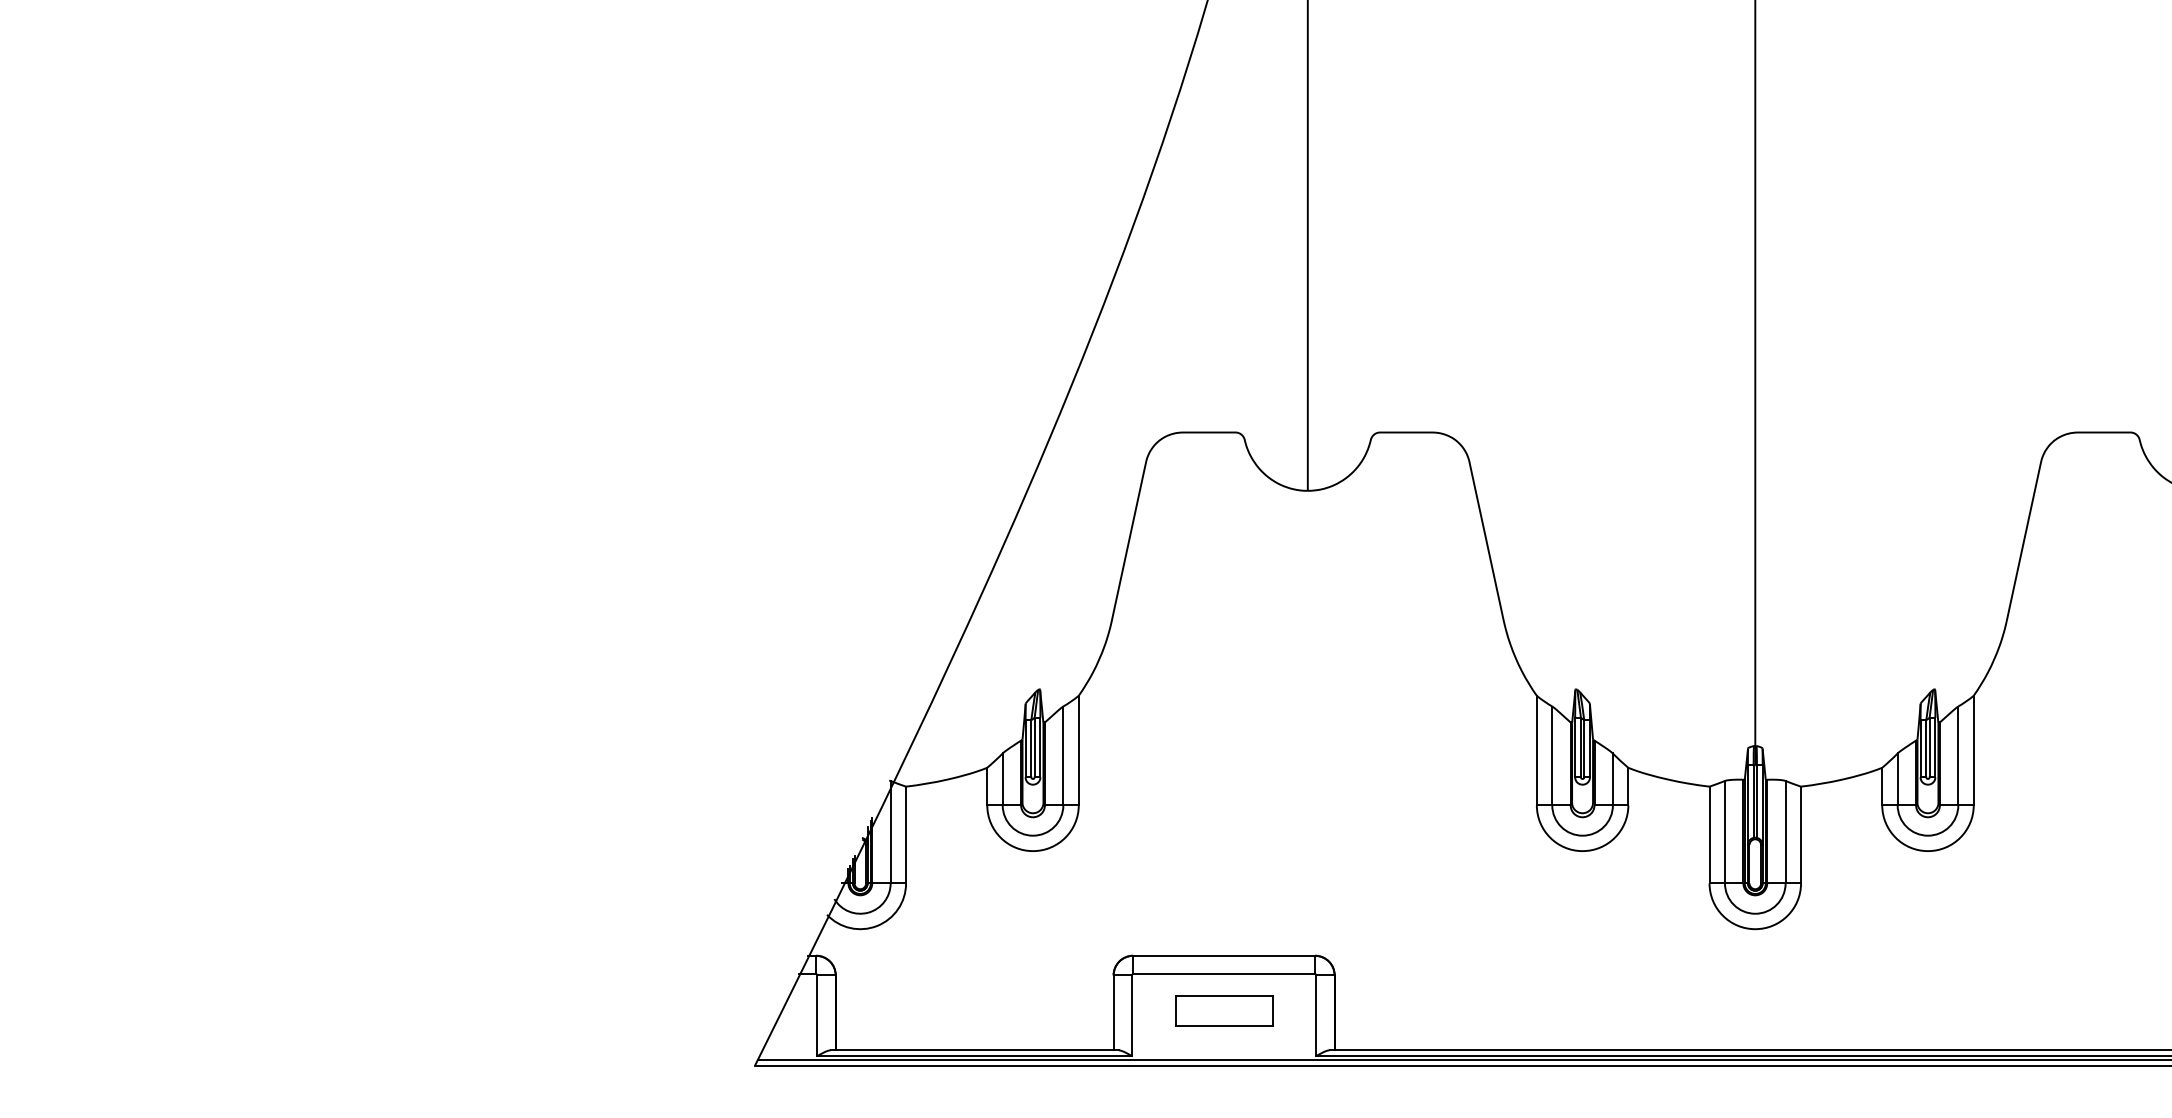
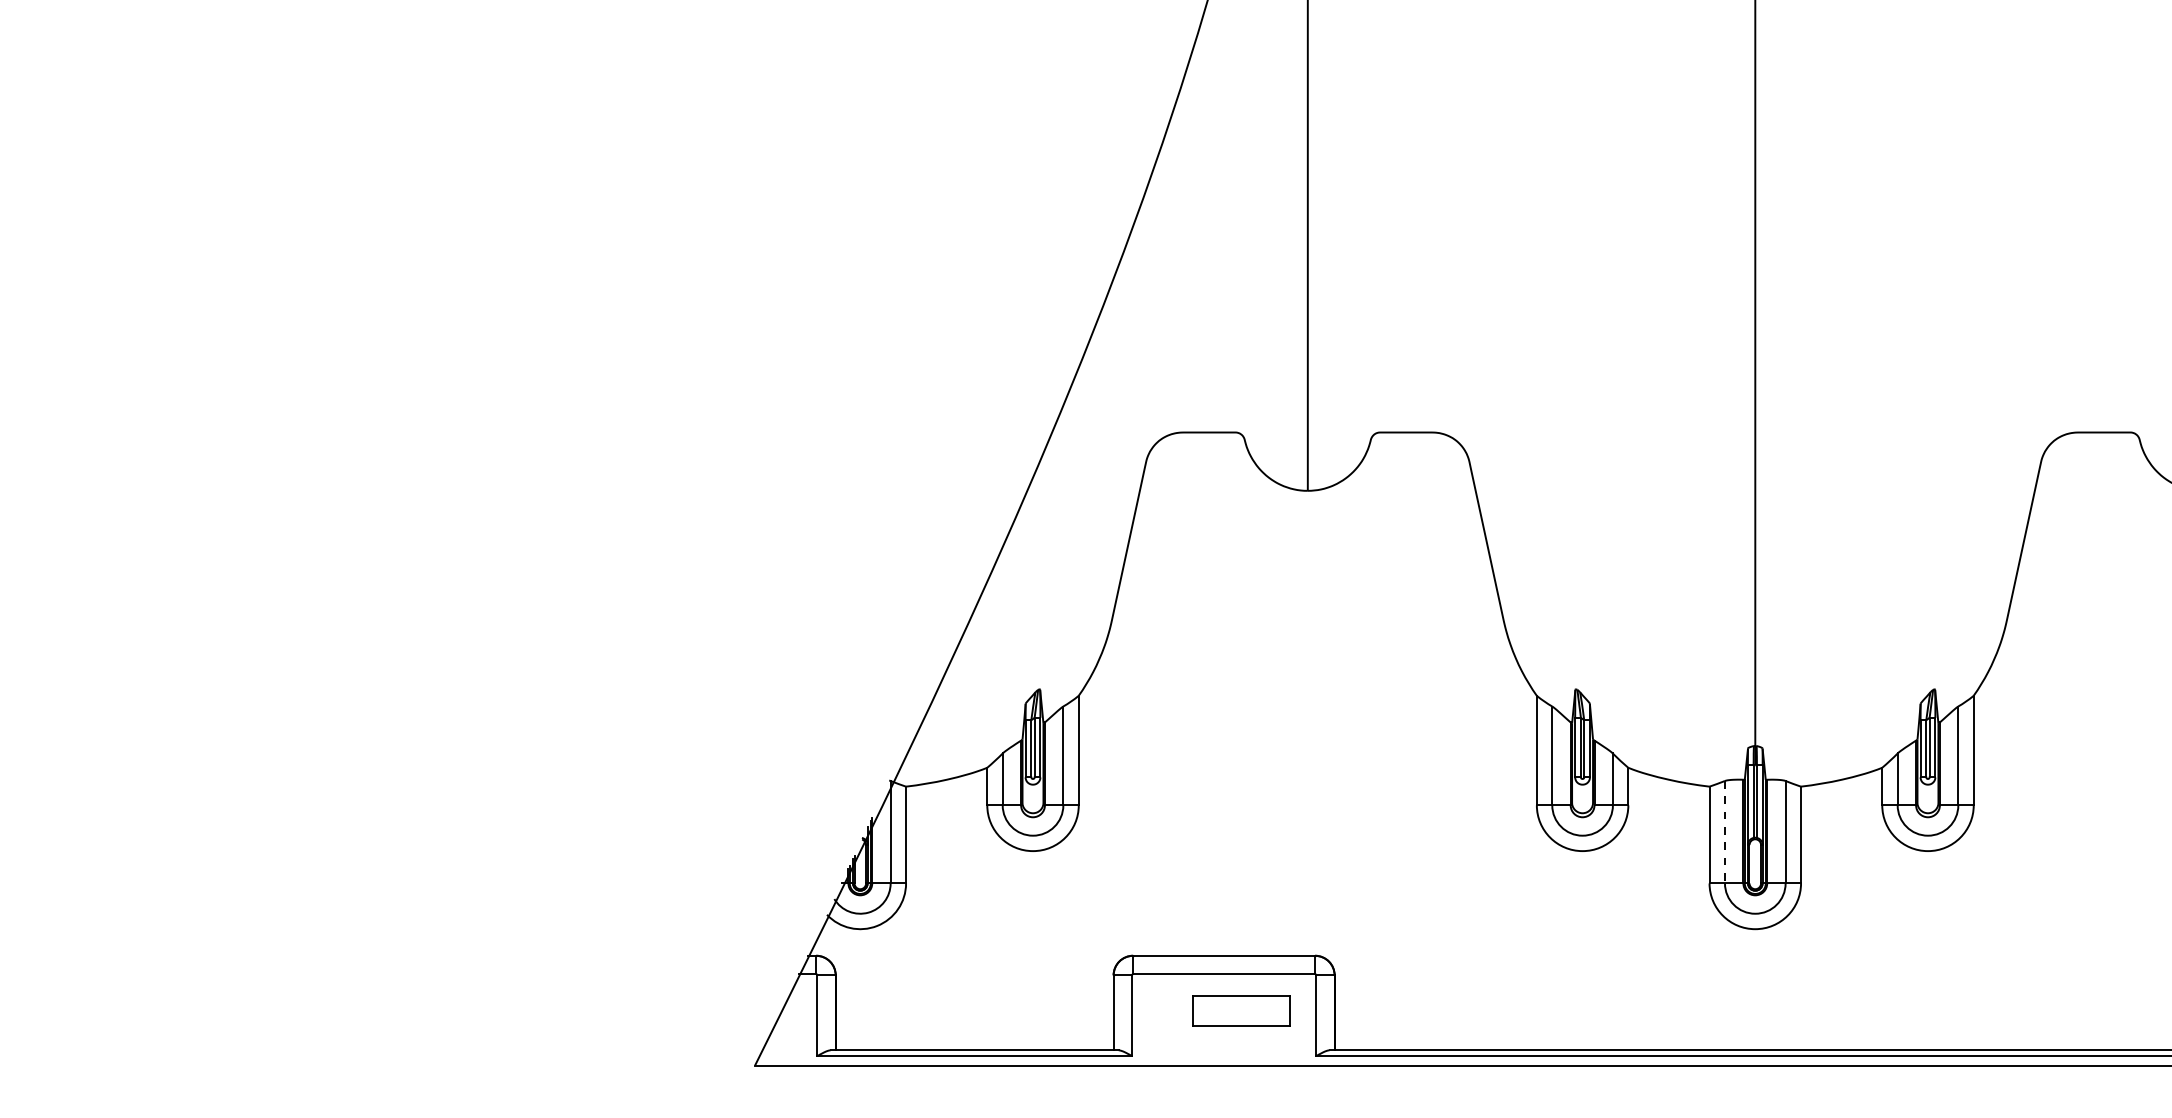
line at (1724, 832): solid -> dashed
part at (1224, 1010) position: (1224, 1010) -> (1241, 1010)
line at (1462, 1059): present -> none
